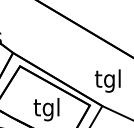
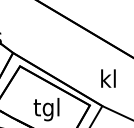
text at (107, 80): tgl -> kl
